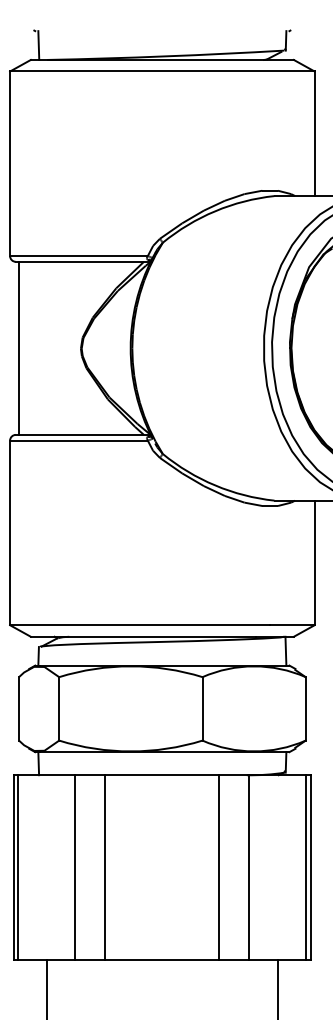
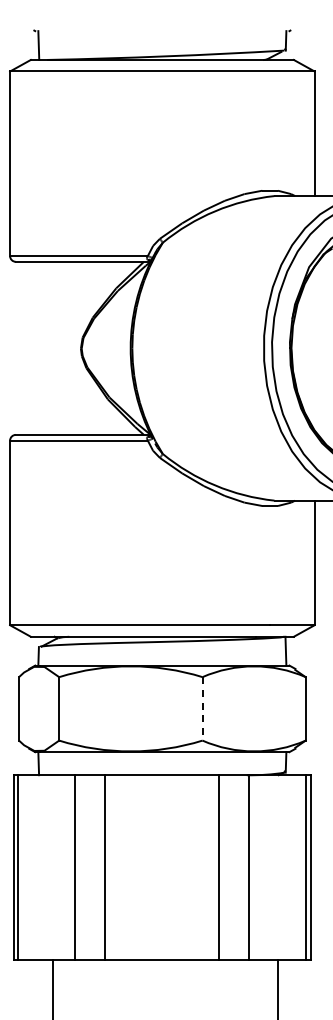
line at (19, 347): present -> none
line at (202, 708): solid -> dashed
line at (47, 987) position: (47, 987) -> (53, 987)
